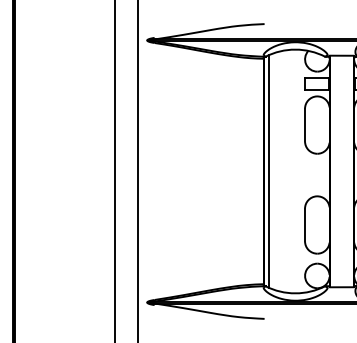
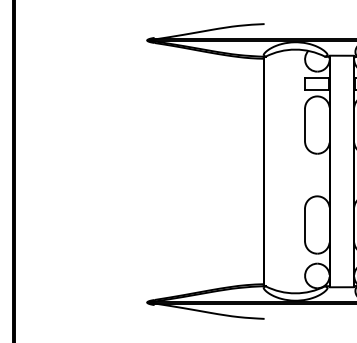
line at (115, 170): present -> none
line at (137, 170): present -> none
line at (269, 171): present -> none
